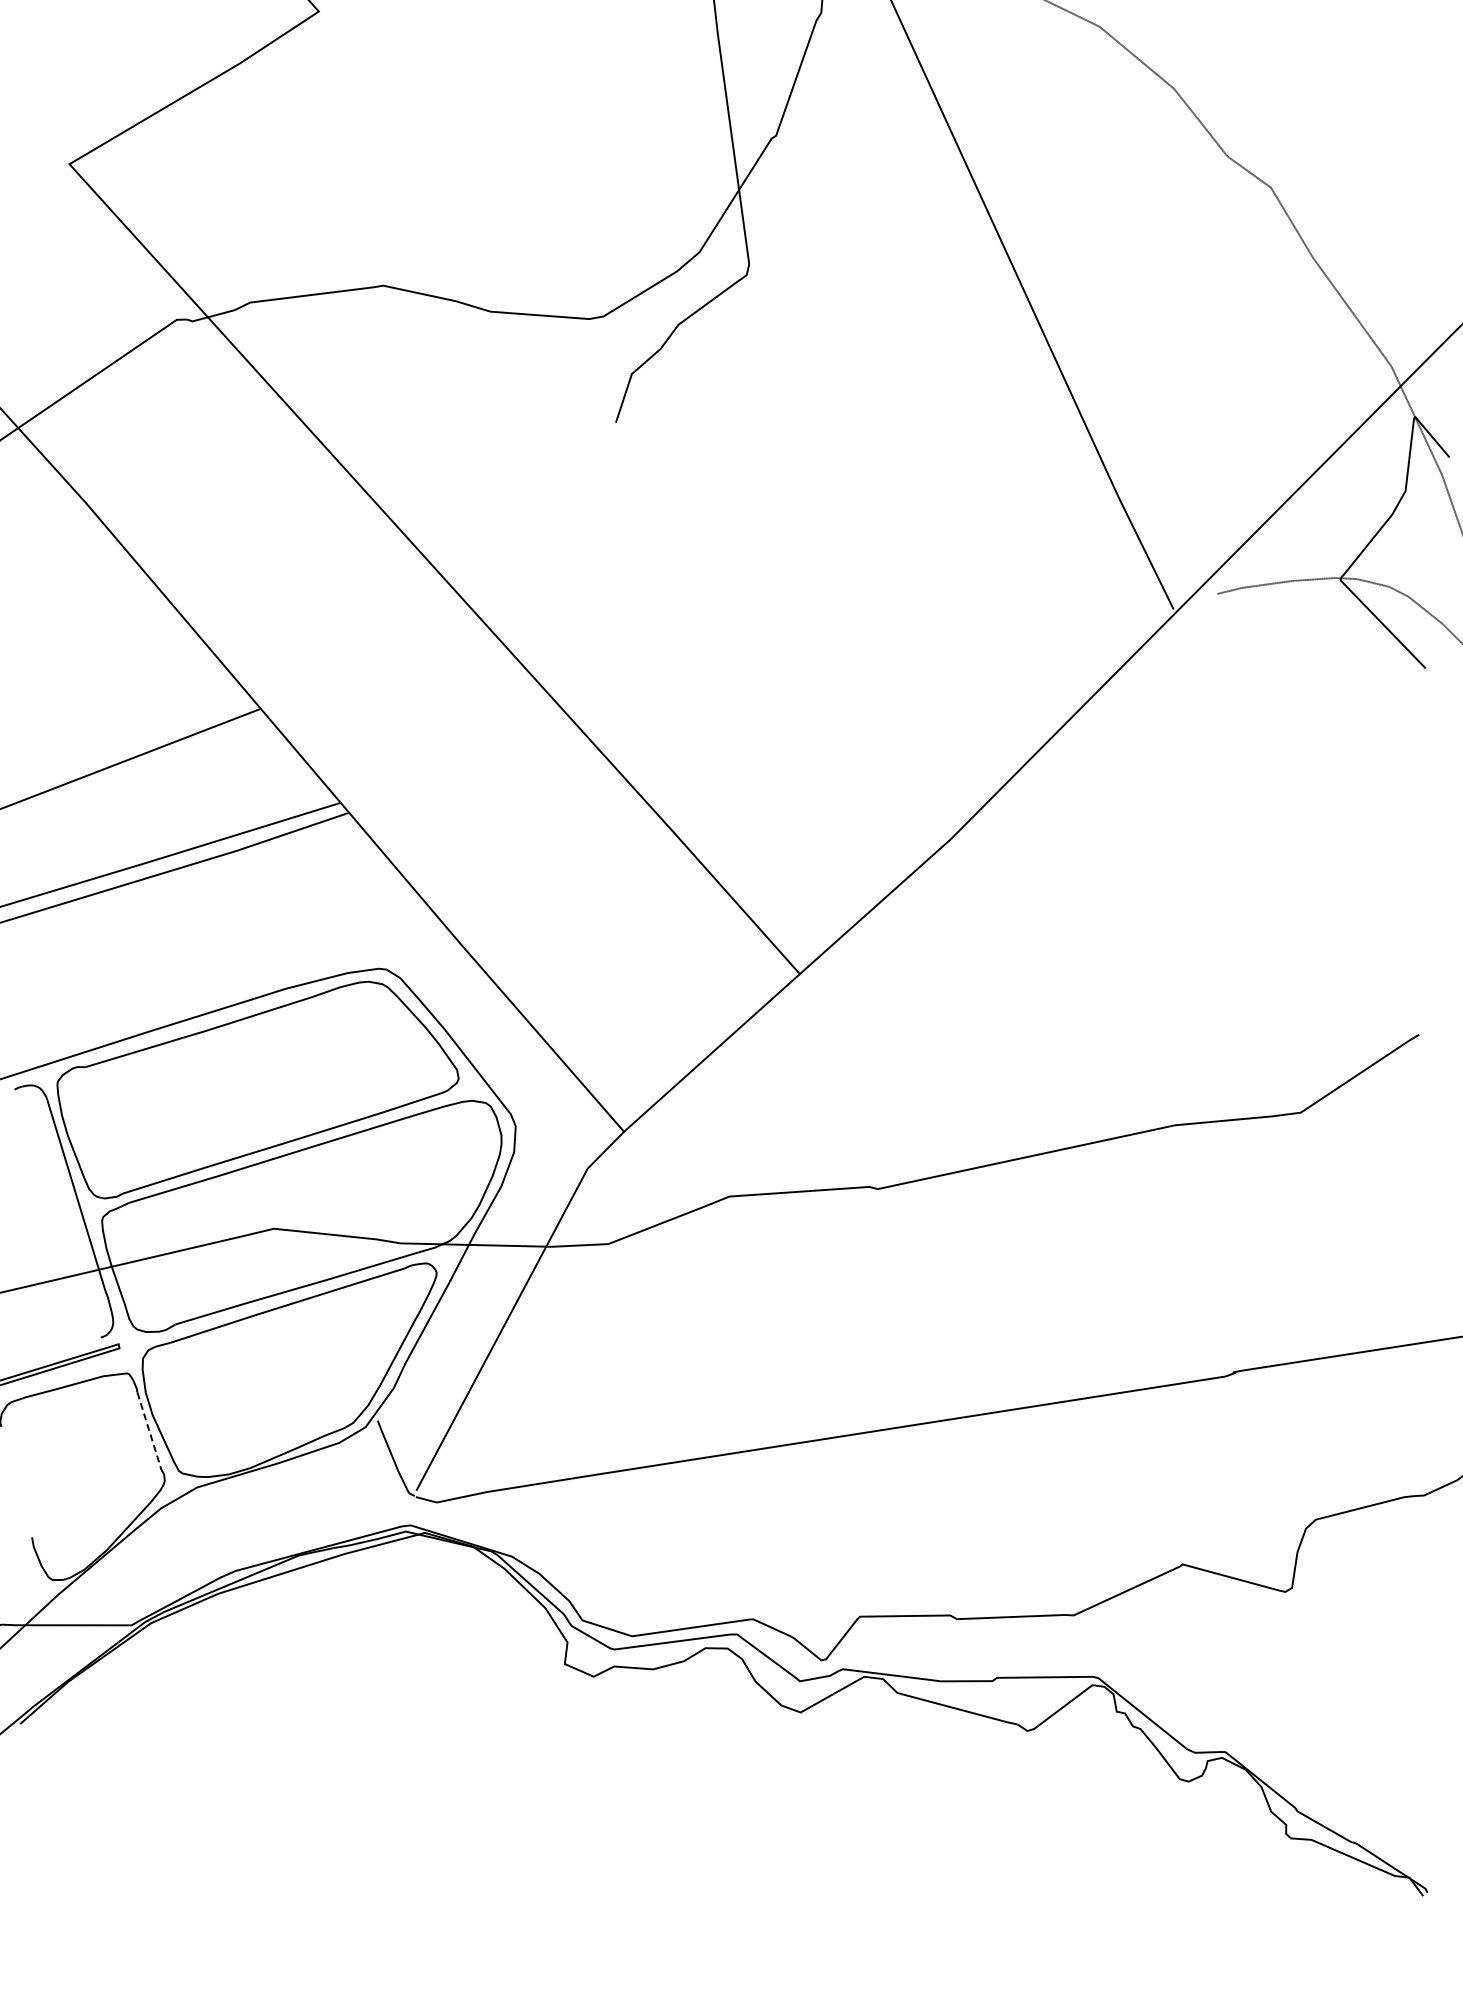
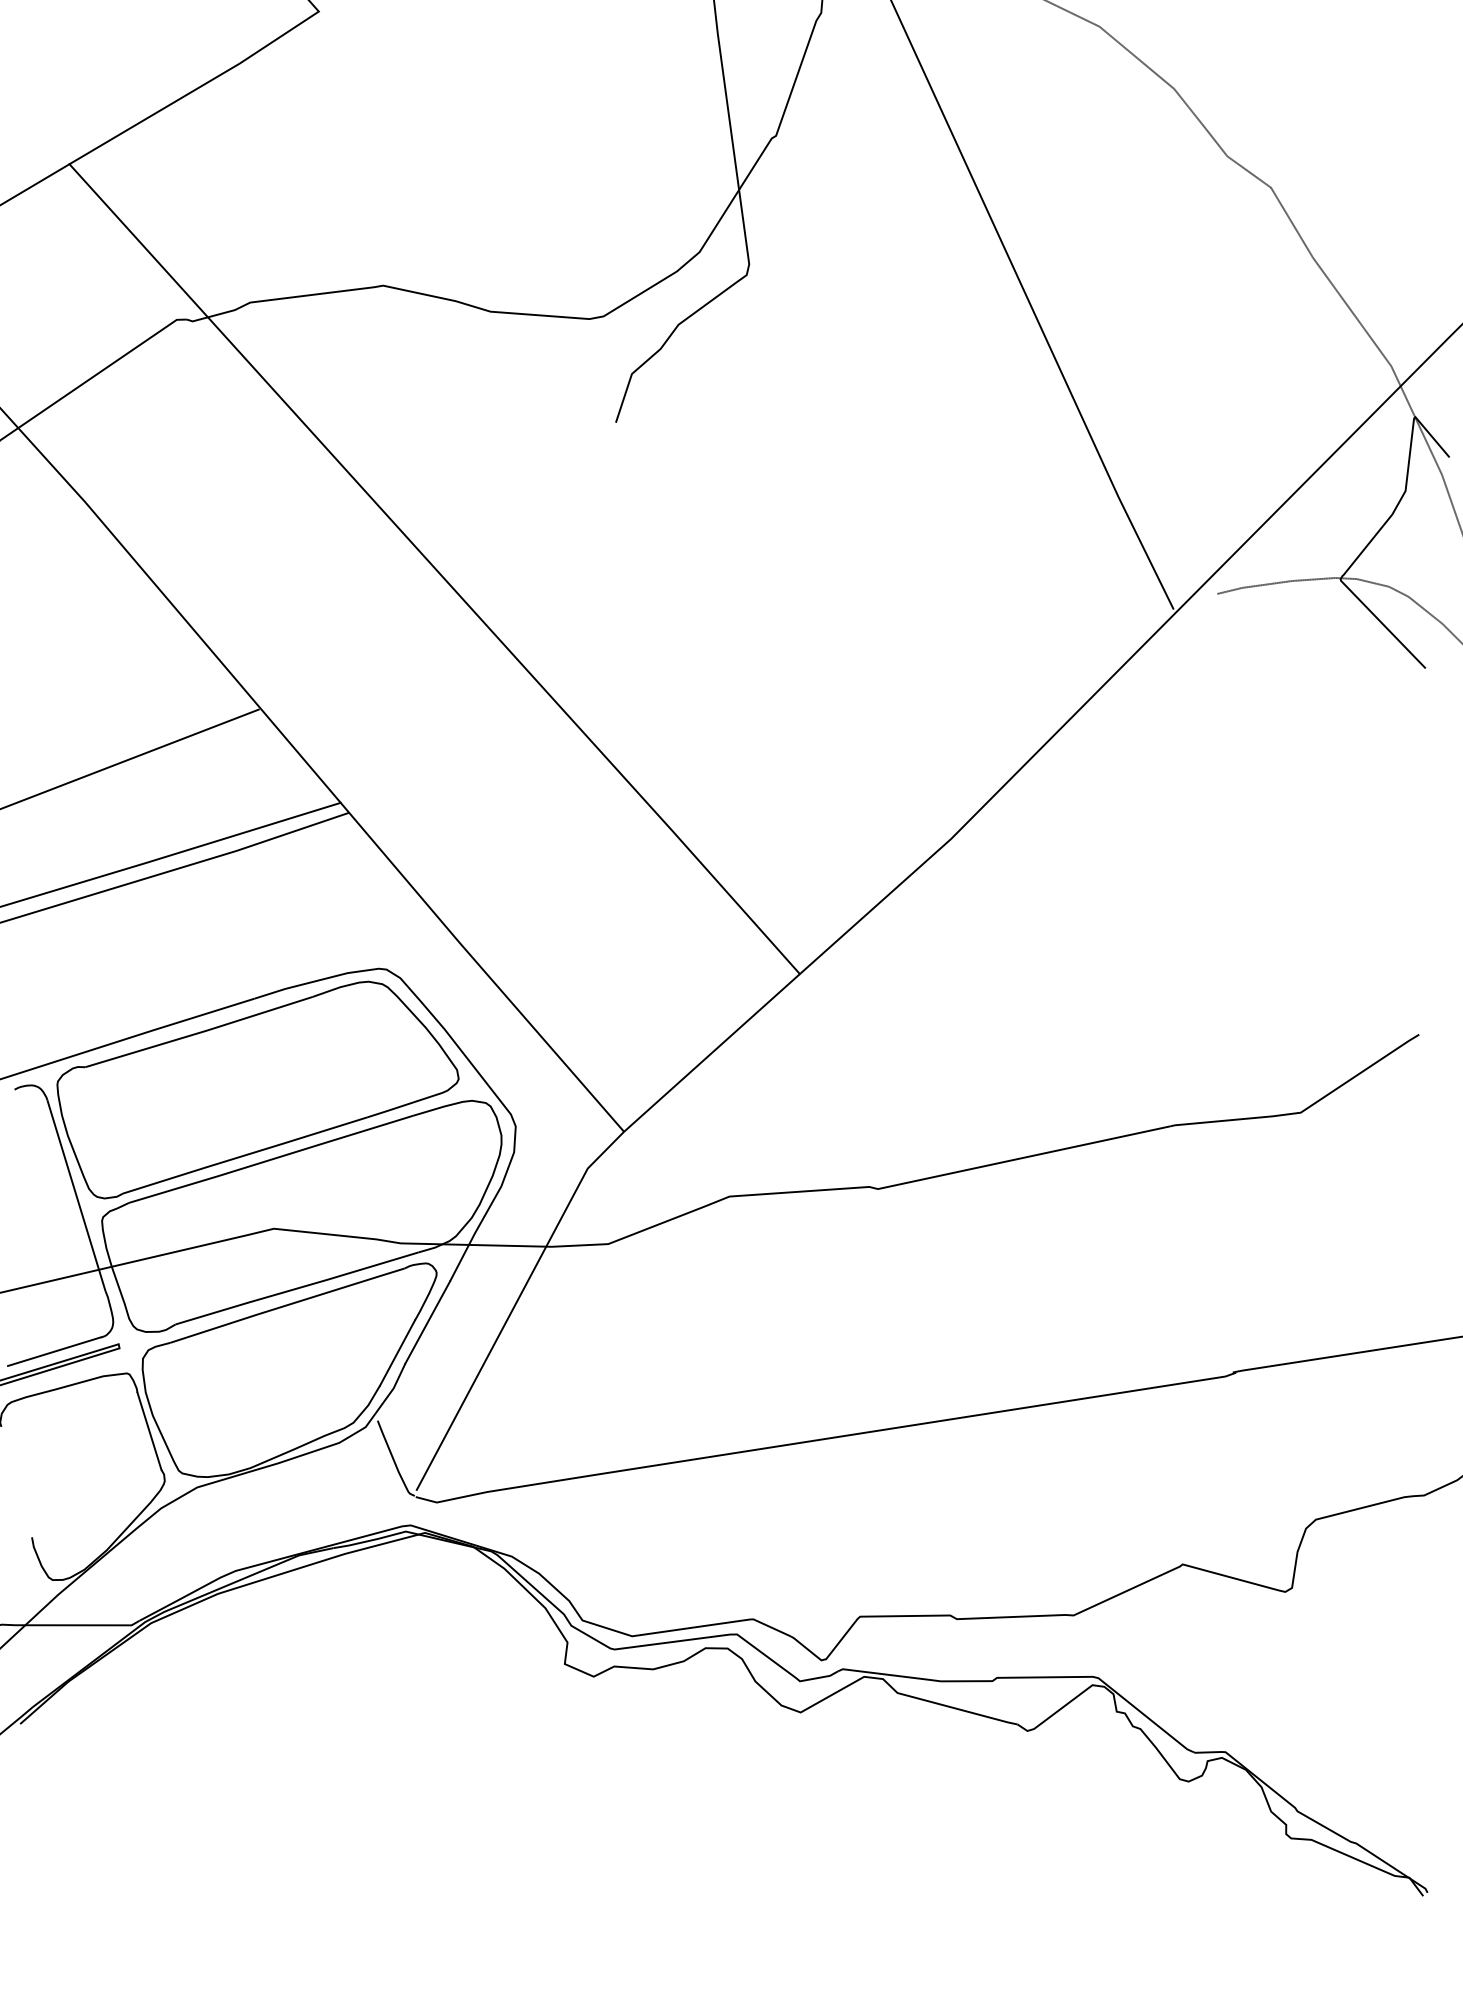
line at (35, 184): none -> present
line at (54, 1351): none -> present
line at (149, 1431): dashed -> solid
